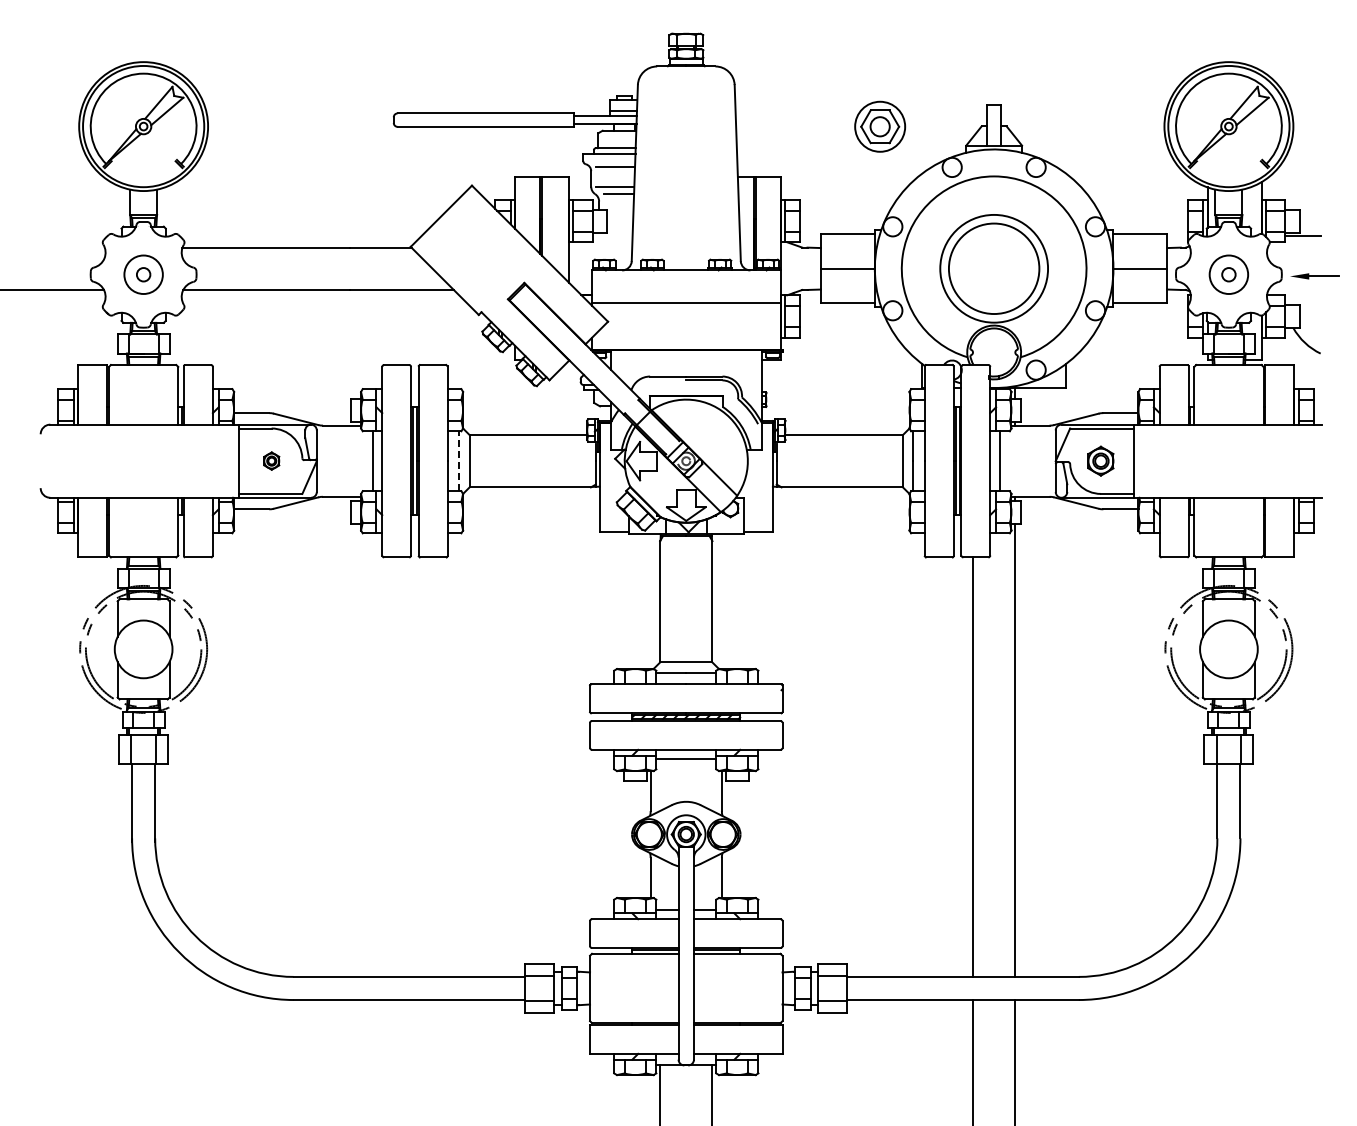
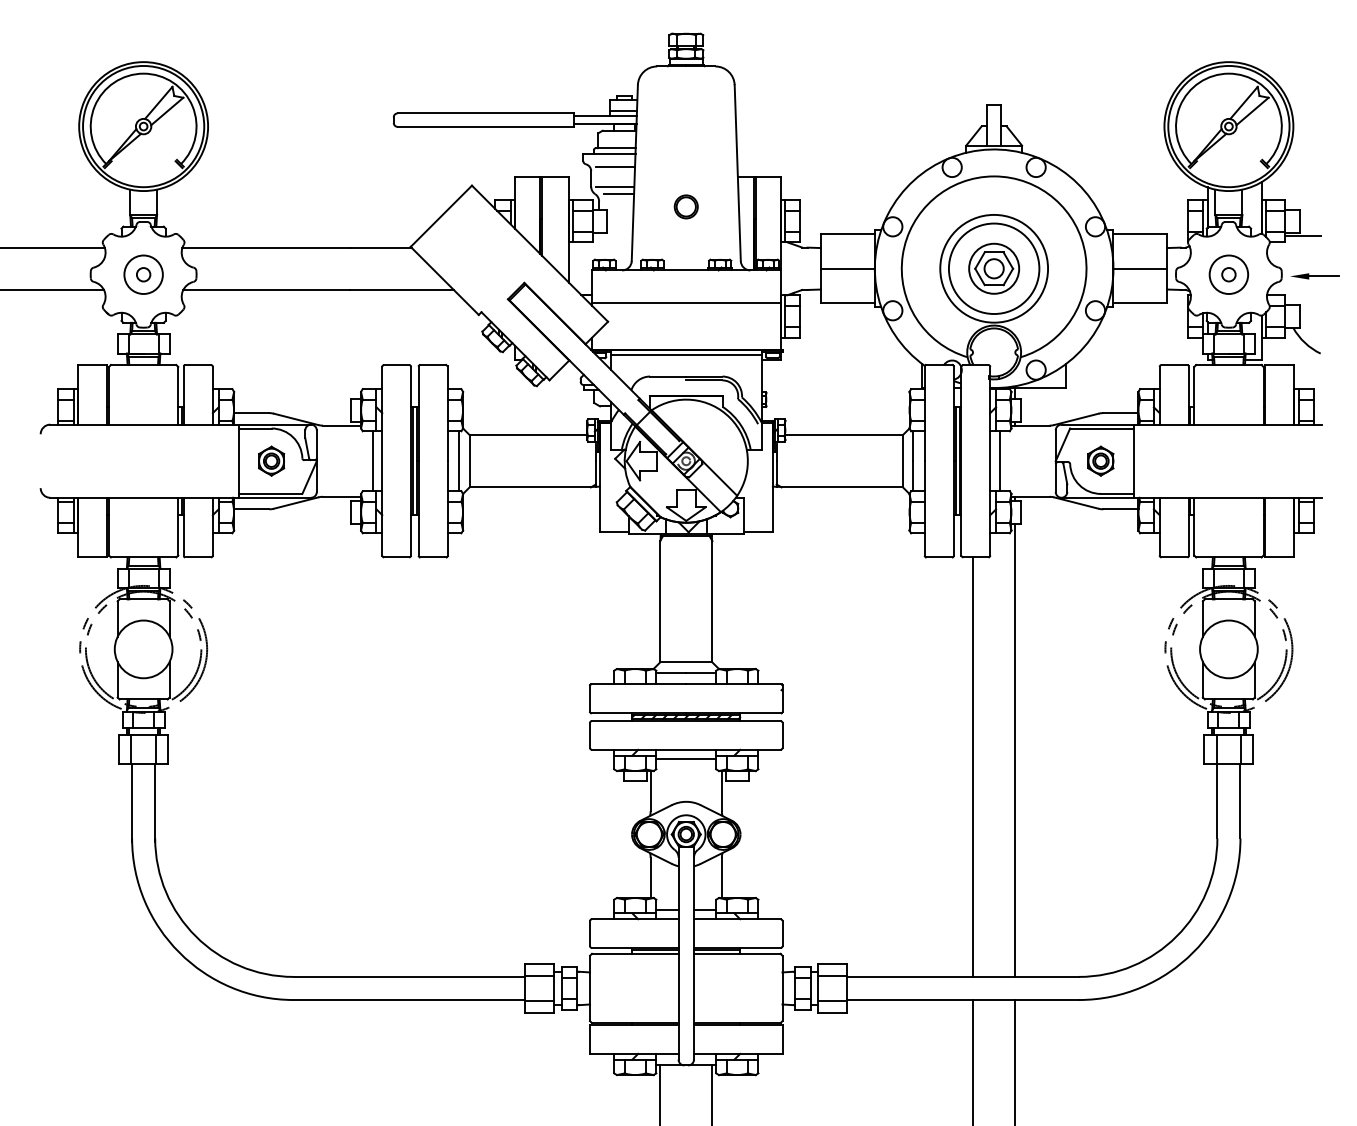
part at (880, 126) position: (880, 126) -> (994, 268)
part at (685, 206): none -> present
line at (53, 247): none -> present
line at (686, 355): none -> present
part at (271, 460) size: 18x20 px -> 28x32 px
line at (459, 461): dashed -> solid
